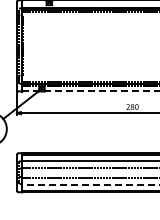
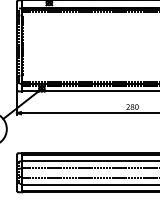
line at (91, 91): dashed -> solid
line at (91, 184): dashed -> solid
